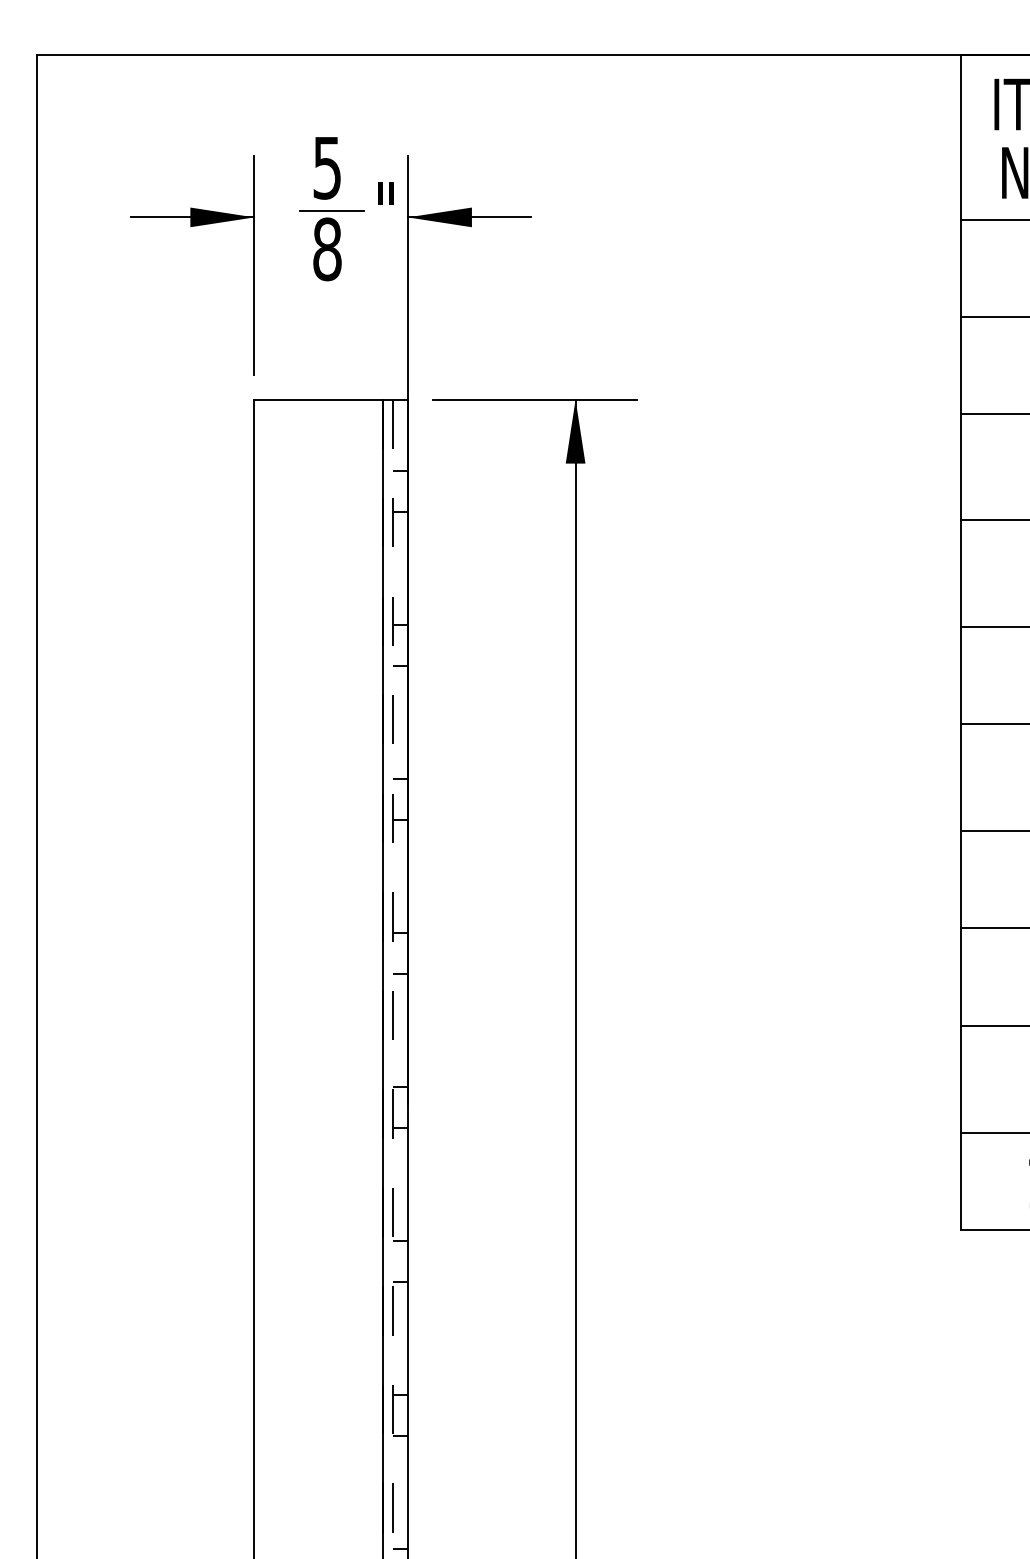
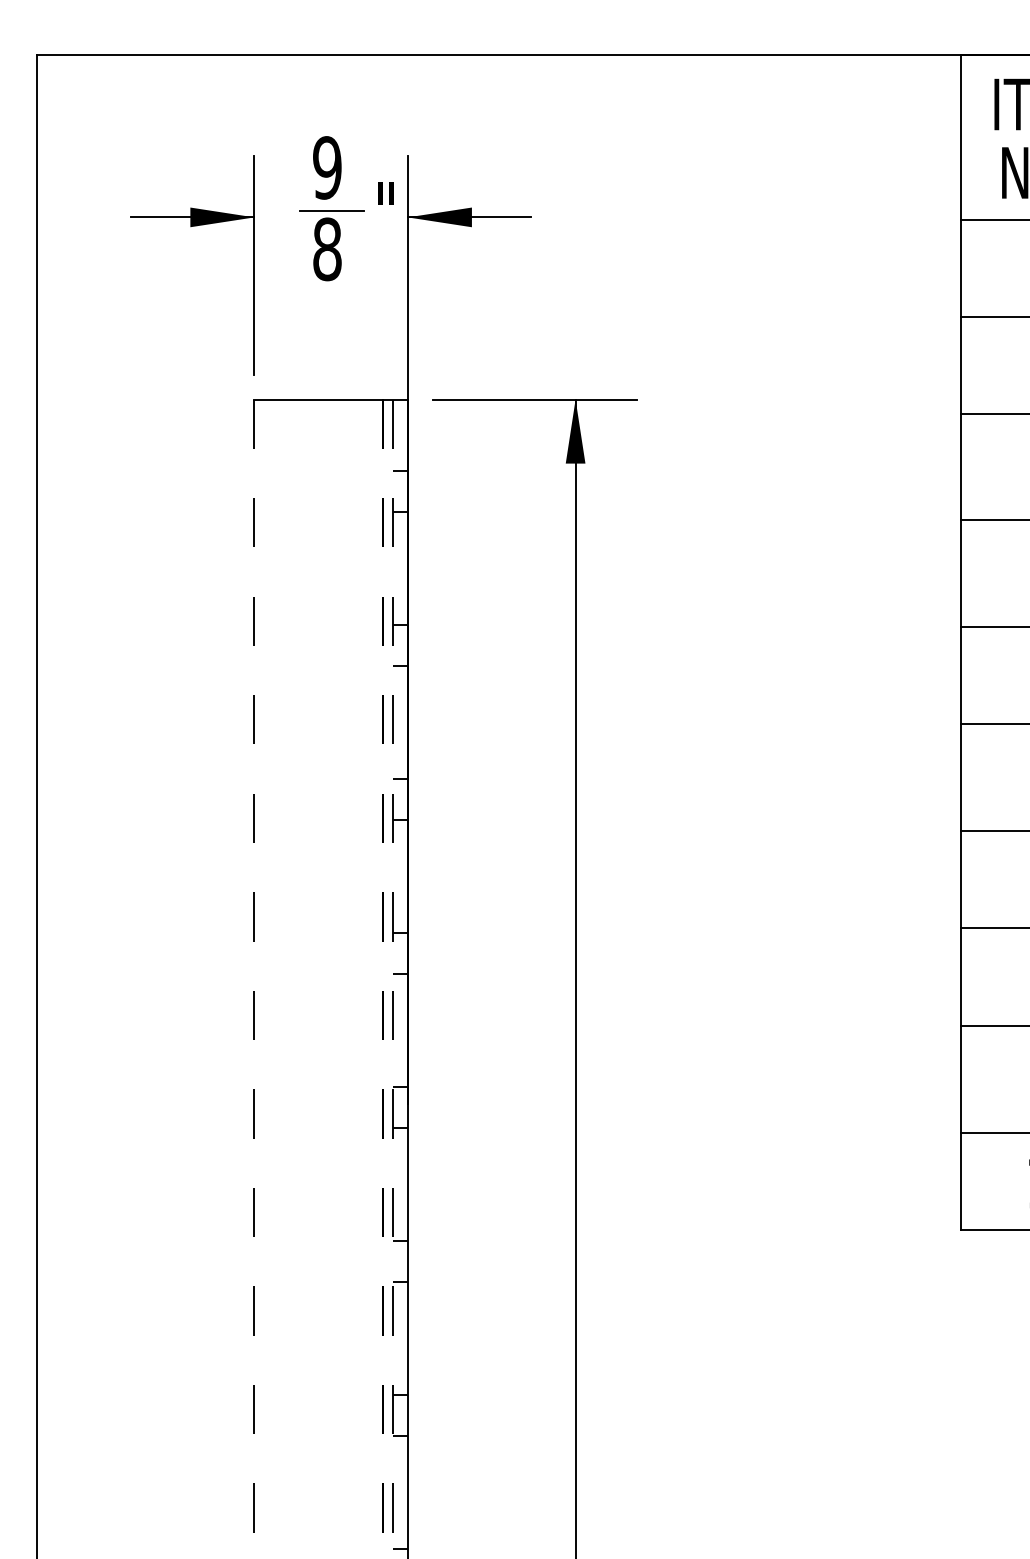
text at (327, 167): 5 -> 9
line at (254, 979): solid -> dashed
line at (383, 979): solid -> dashed
